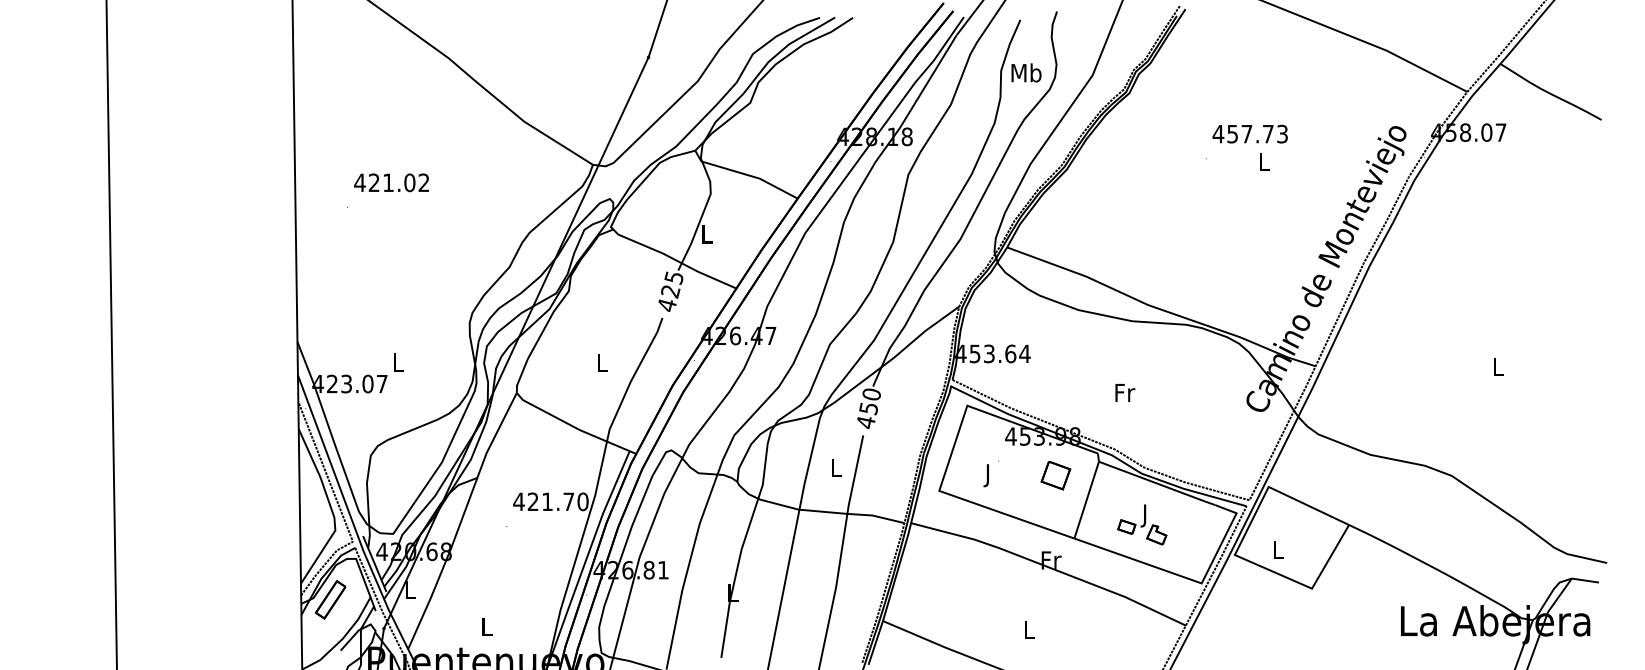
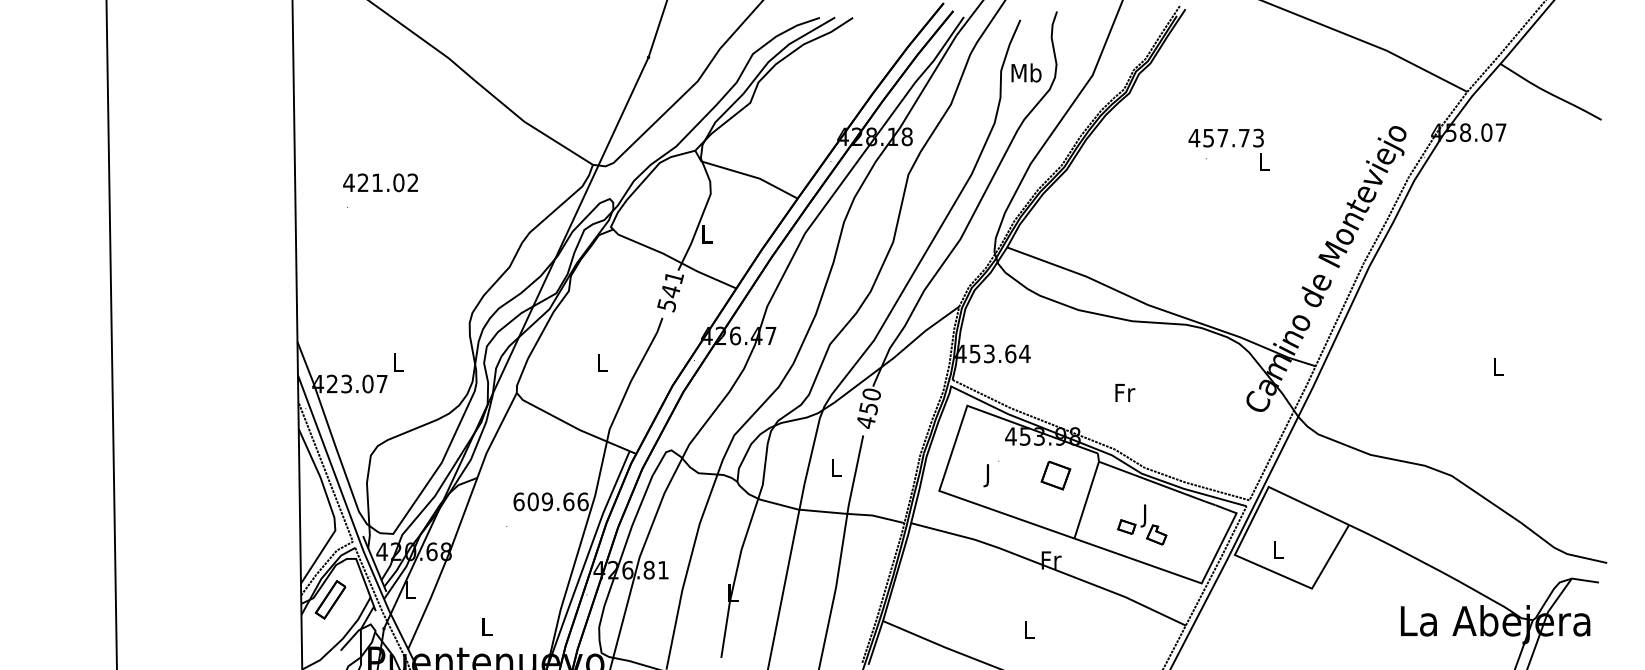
text at (1249, 133) position: (1249, 133) -> (1225, 137)
text at (391, 182) position: (391, 182) -> (380, 182)
text at (670, 291): 425 -> 541
text at (550, 501): 421.70 -> 609.66
